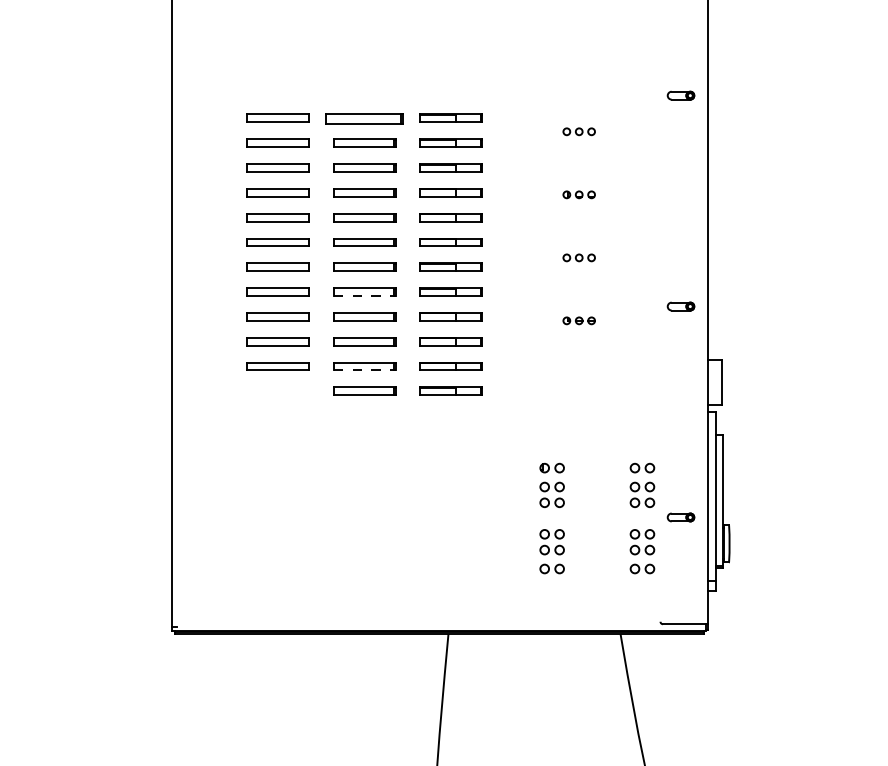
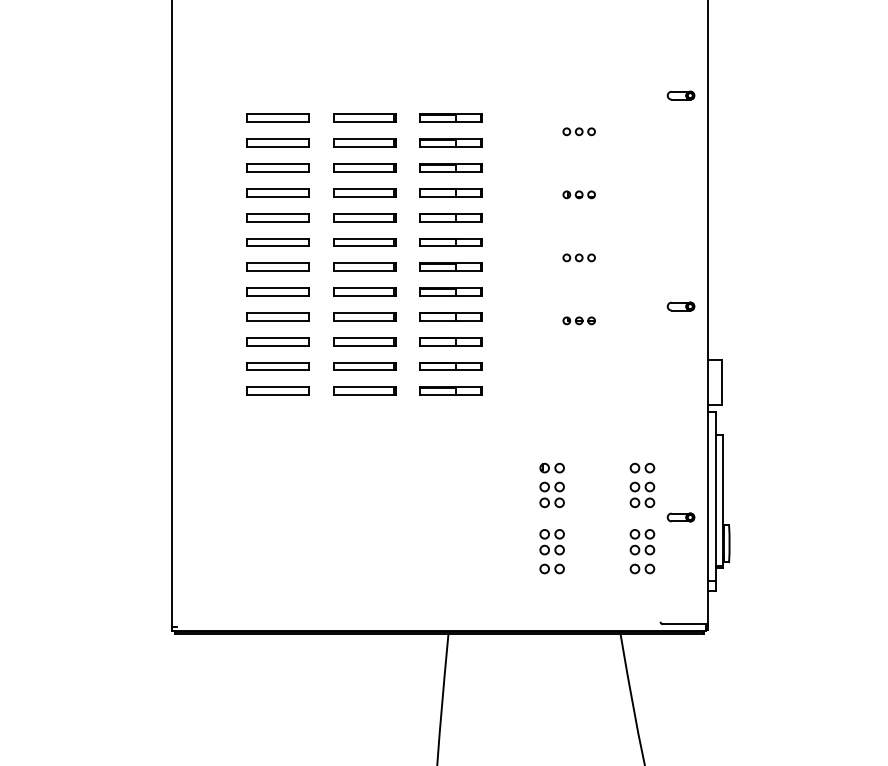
part at (364, 118) size: 79x12 px -> 64x10 px
line at (365, 296): dashed -> solid
line at (365, 370): dashed -> solid
part at (277, 390): none -> present
